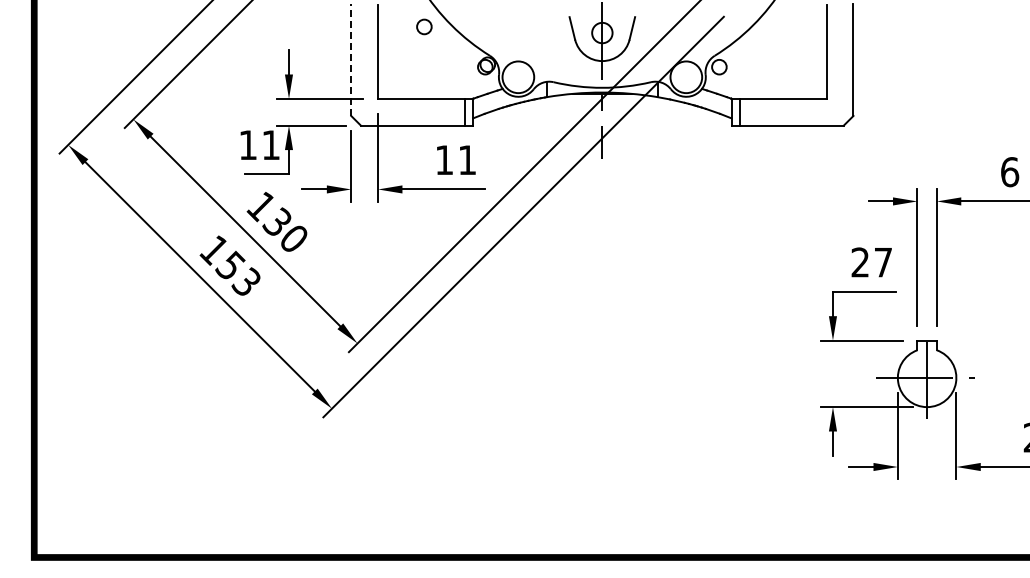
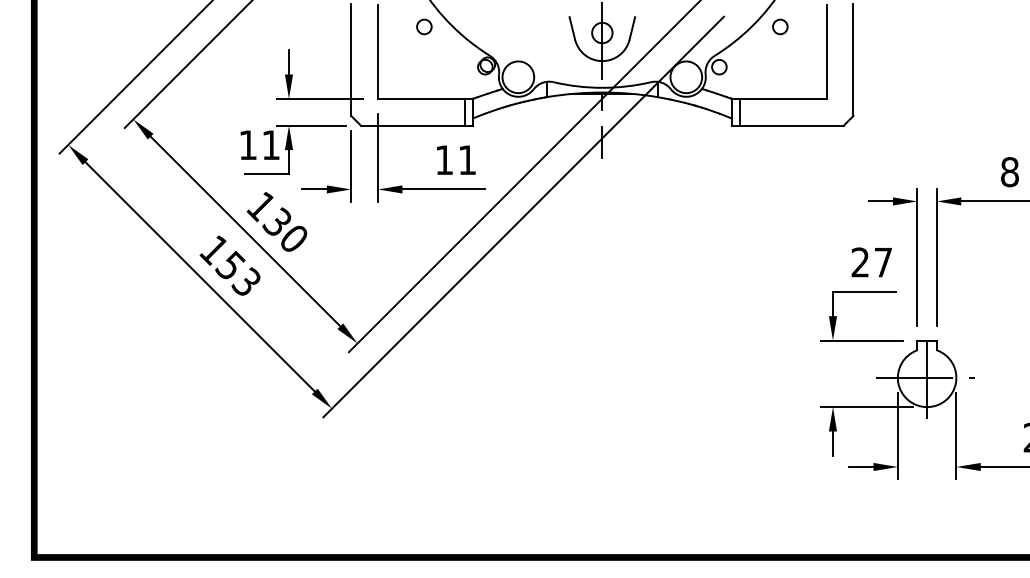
circle at (780, 26): none -> present
line at (351, 60): dashed -> solid
text at (1010, 172): 6 -> 8
